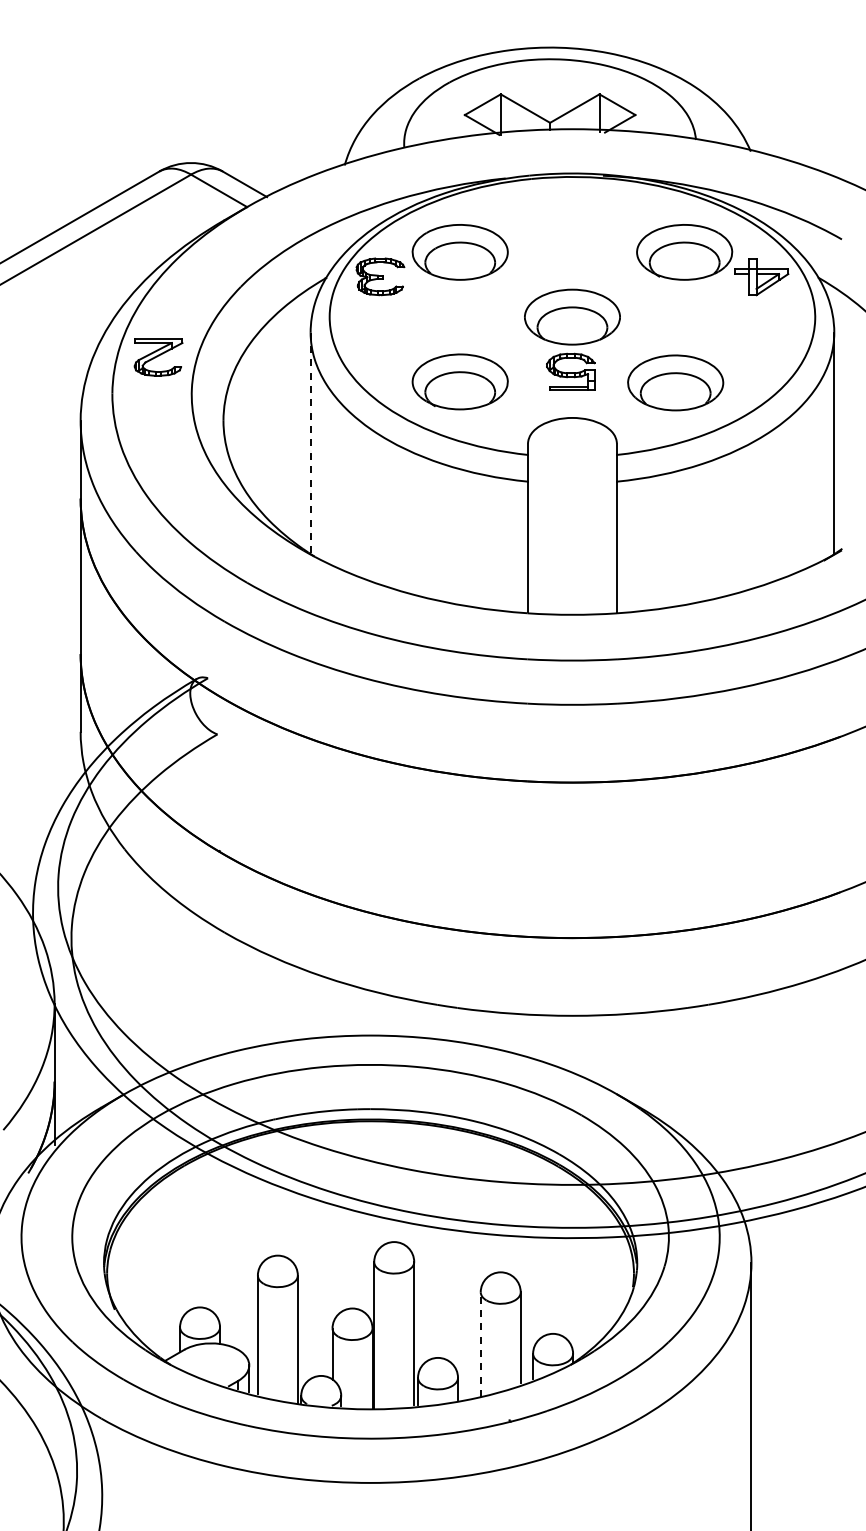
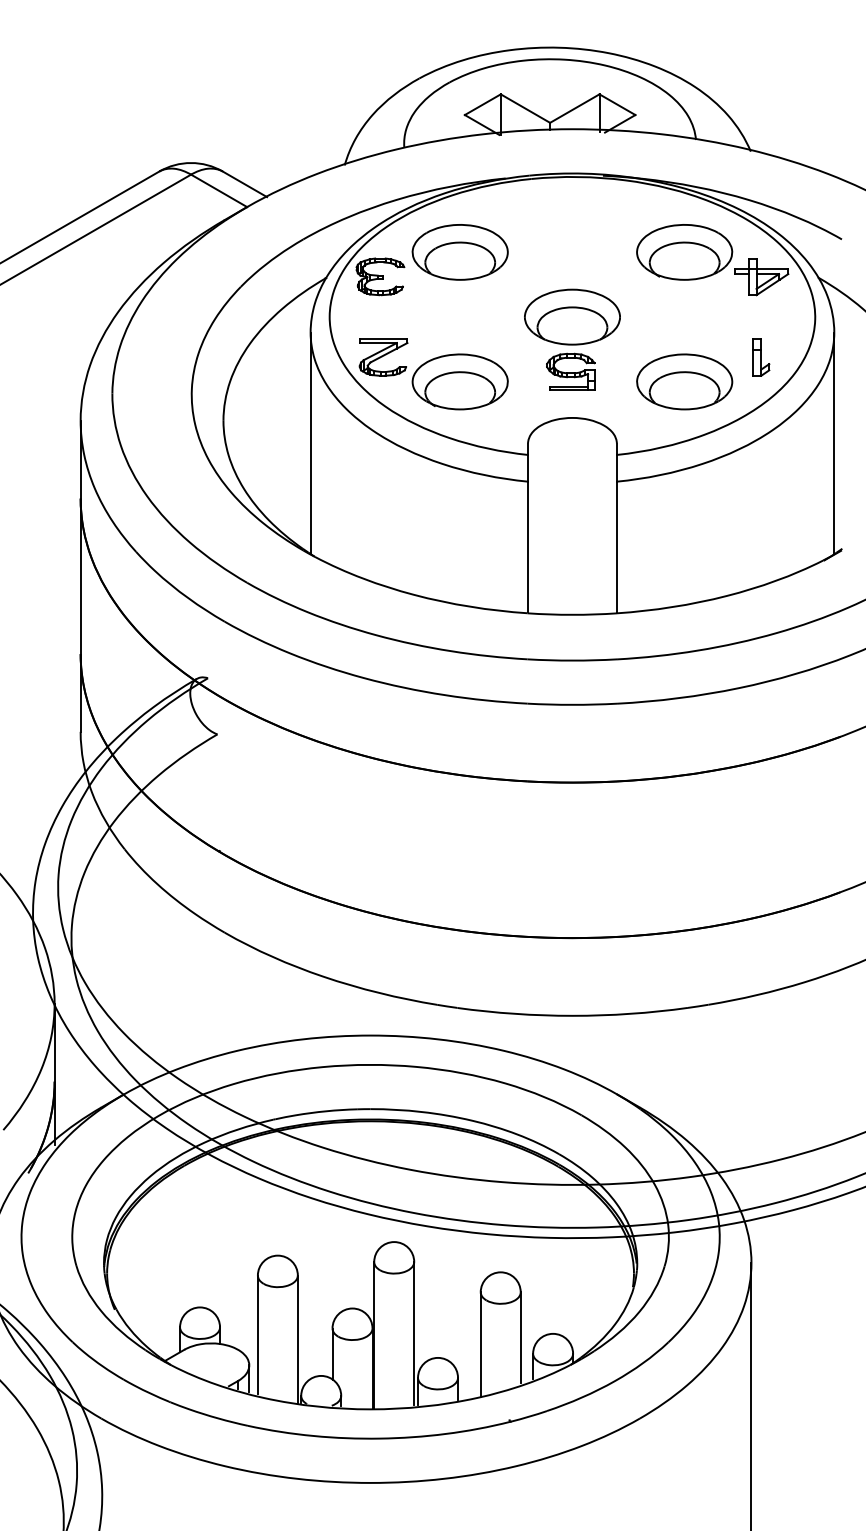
part at (158, 357) position: (158, 357) -> (383, 357)
part at (761, 357): none -> present
part at (675, 382) position: (675, 382) -> (684, 381)
line at (310, 443): dashed -> solid
line at (480, 1344): dashed -> solid
